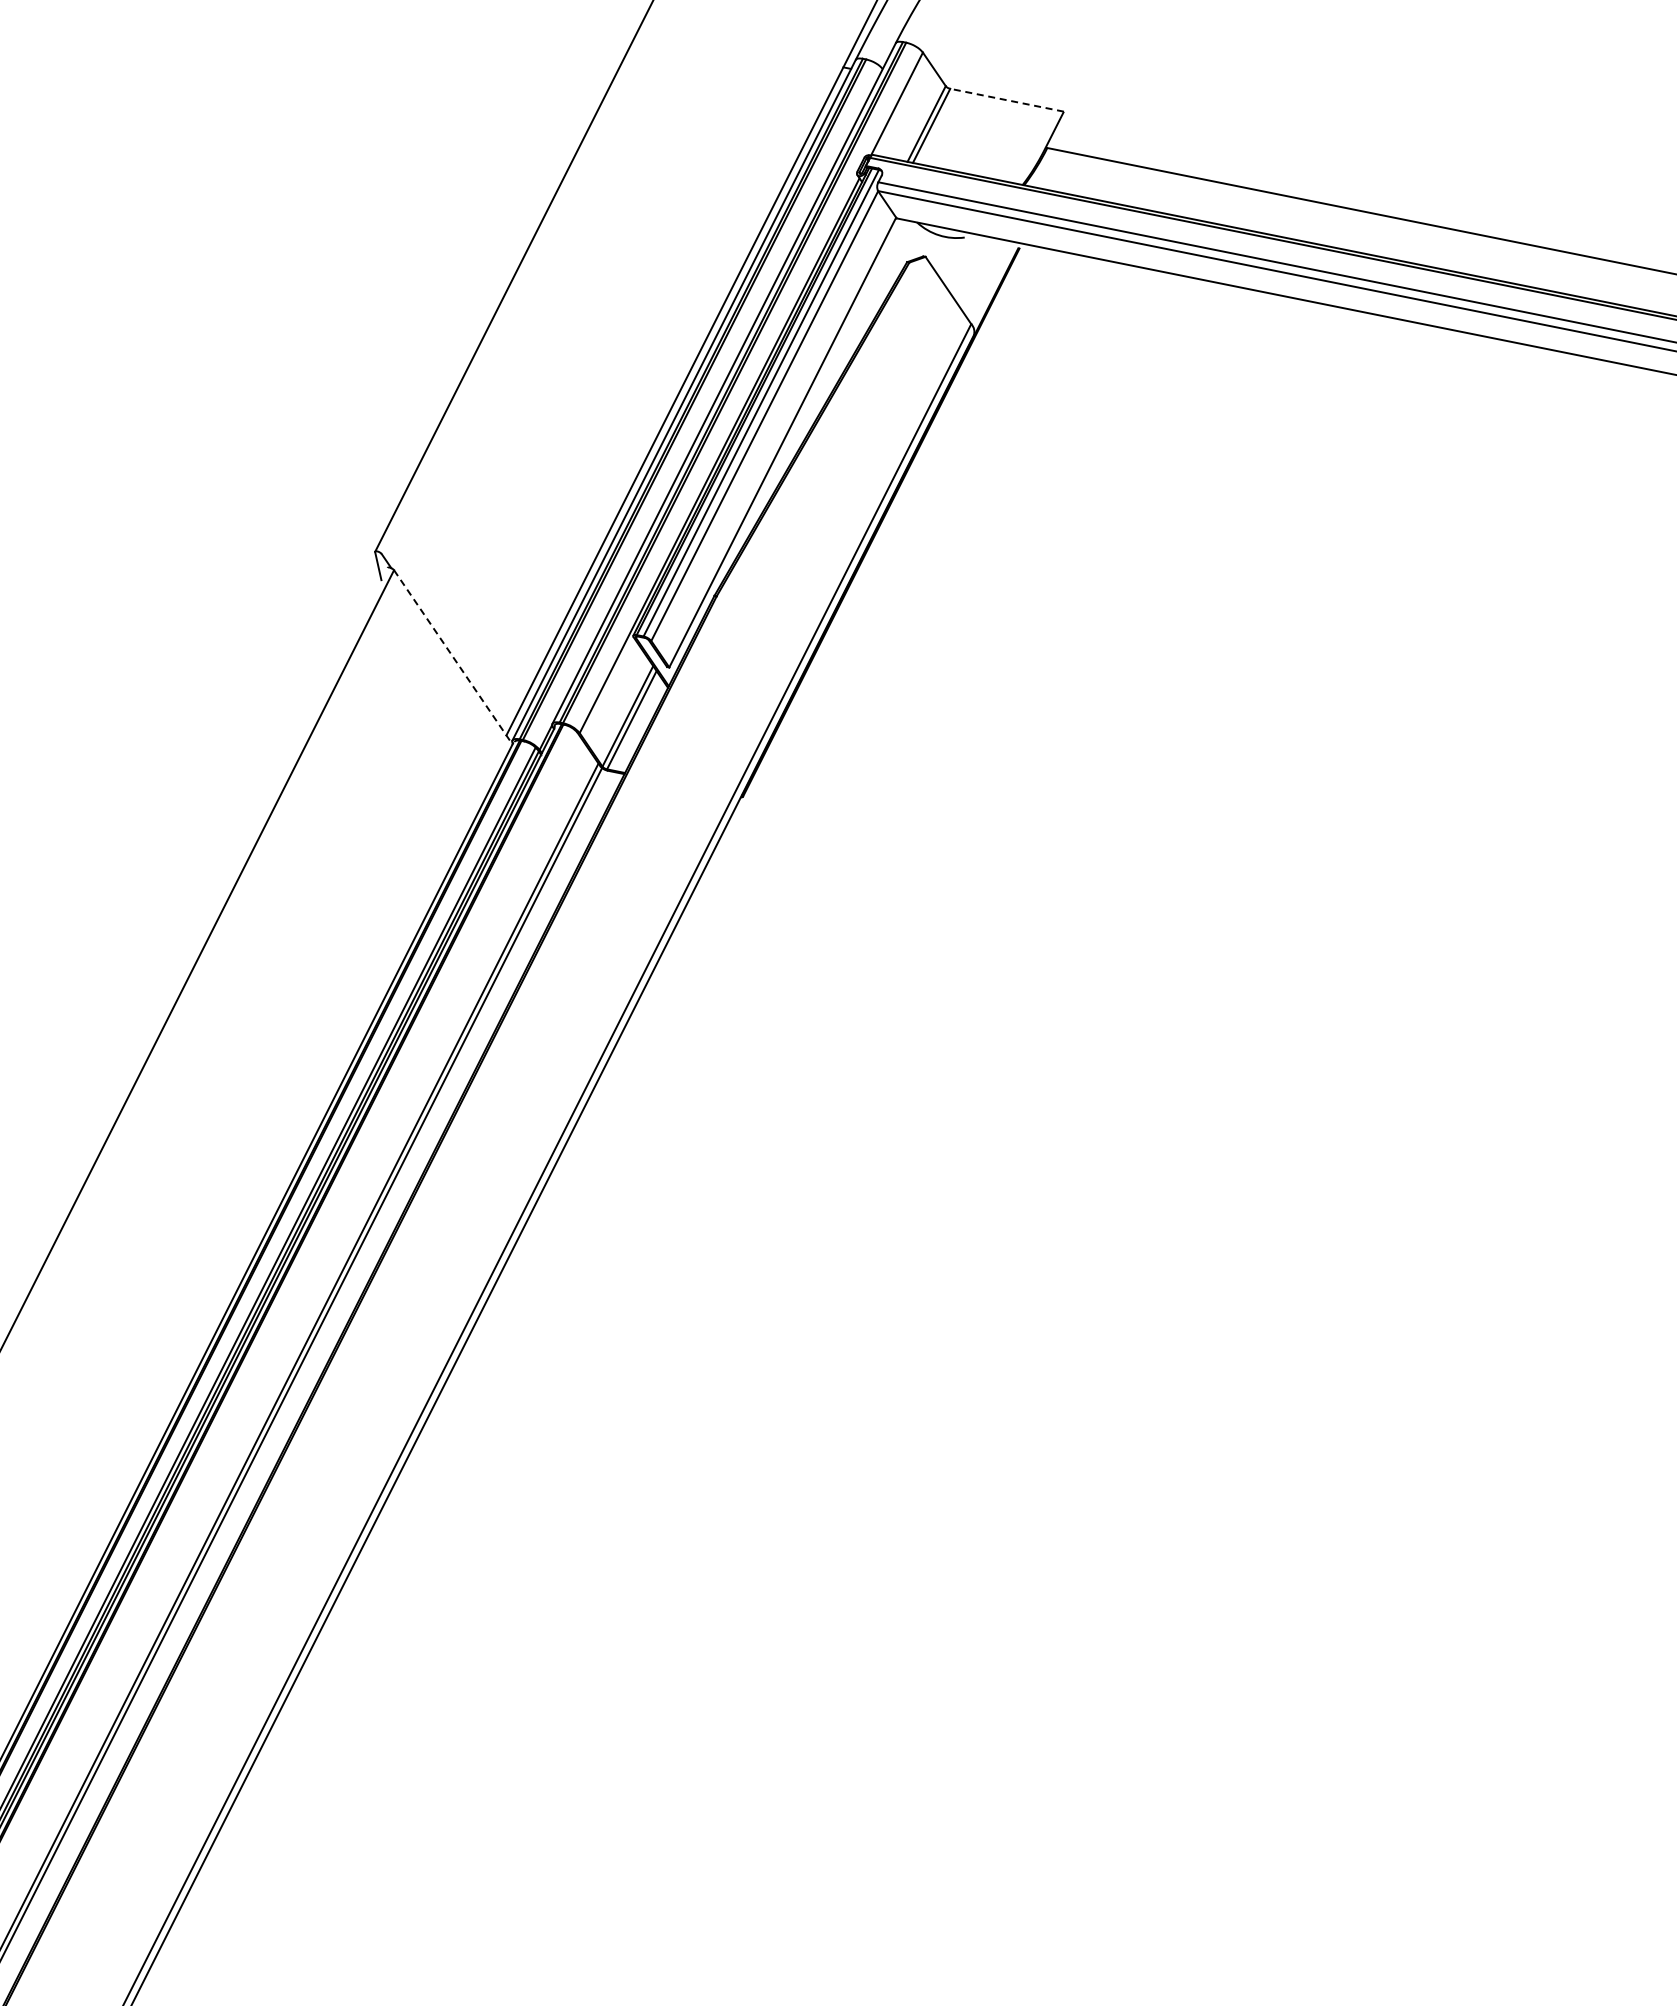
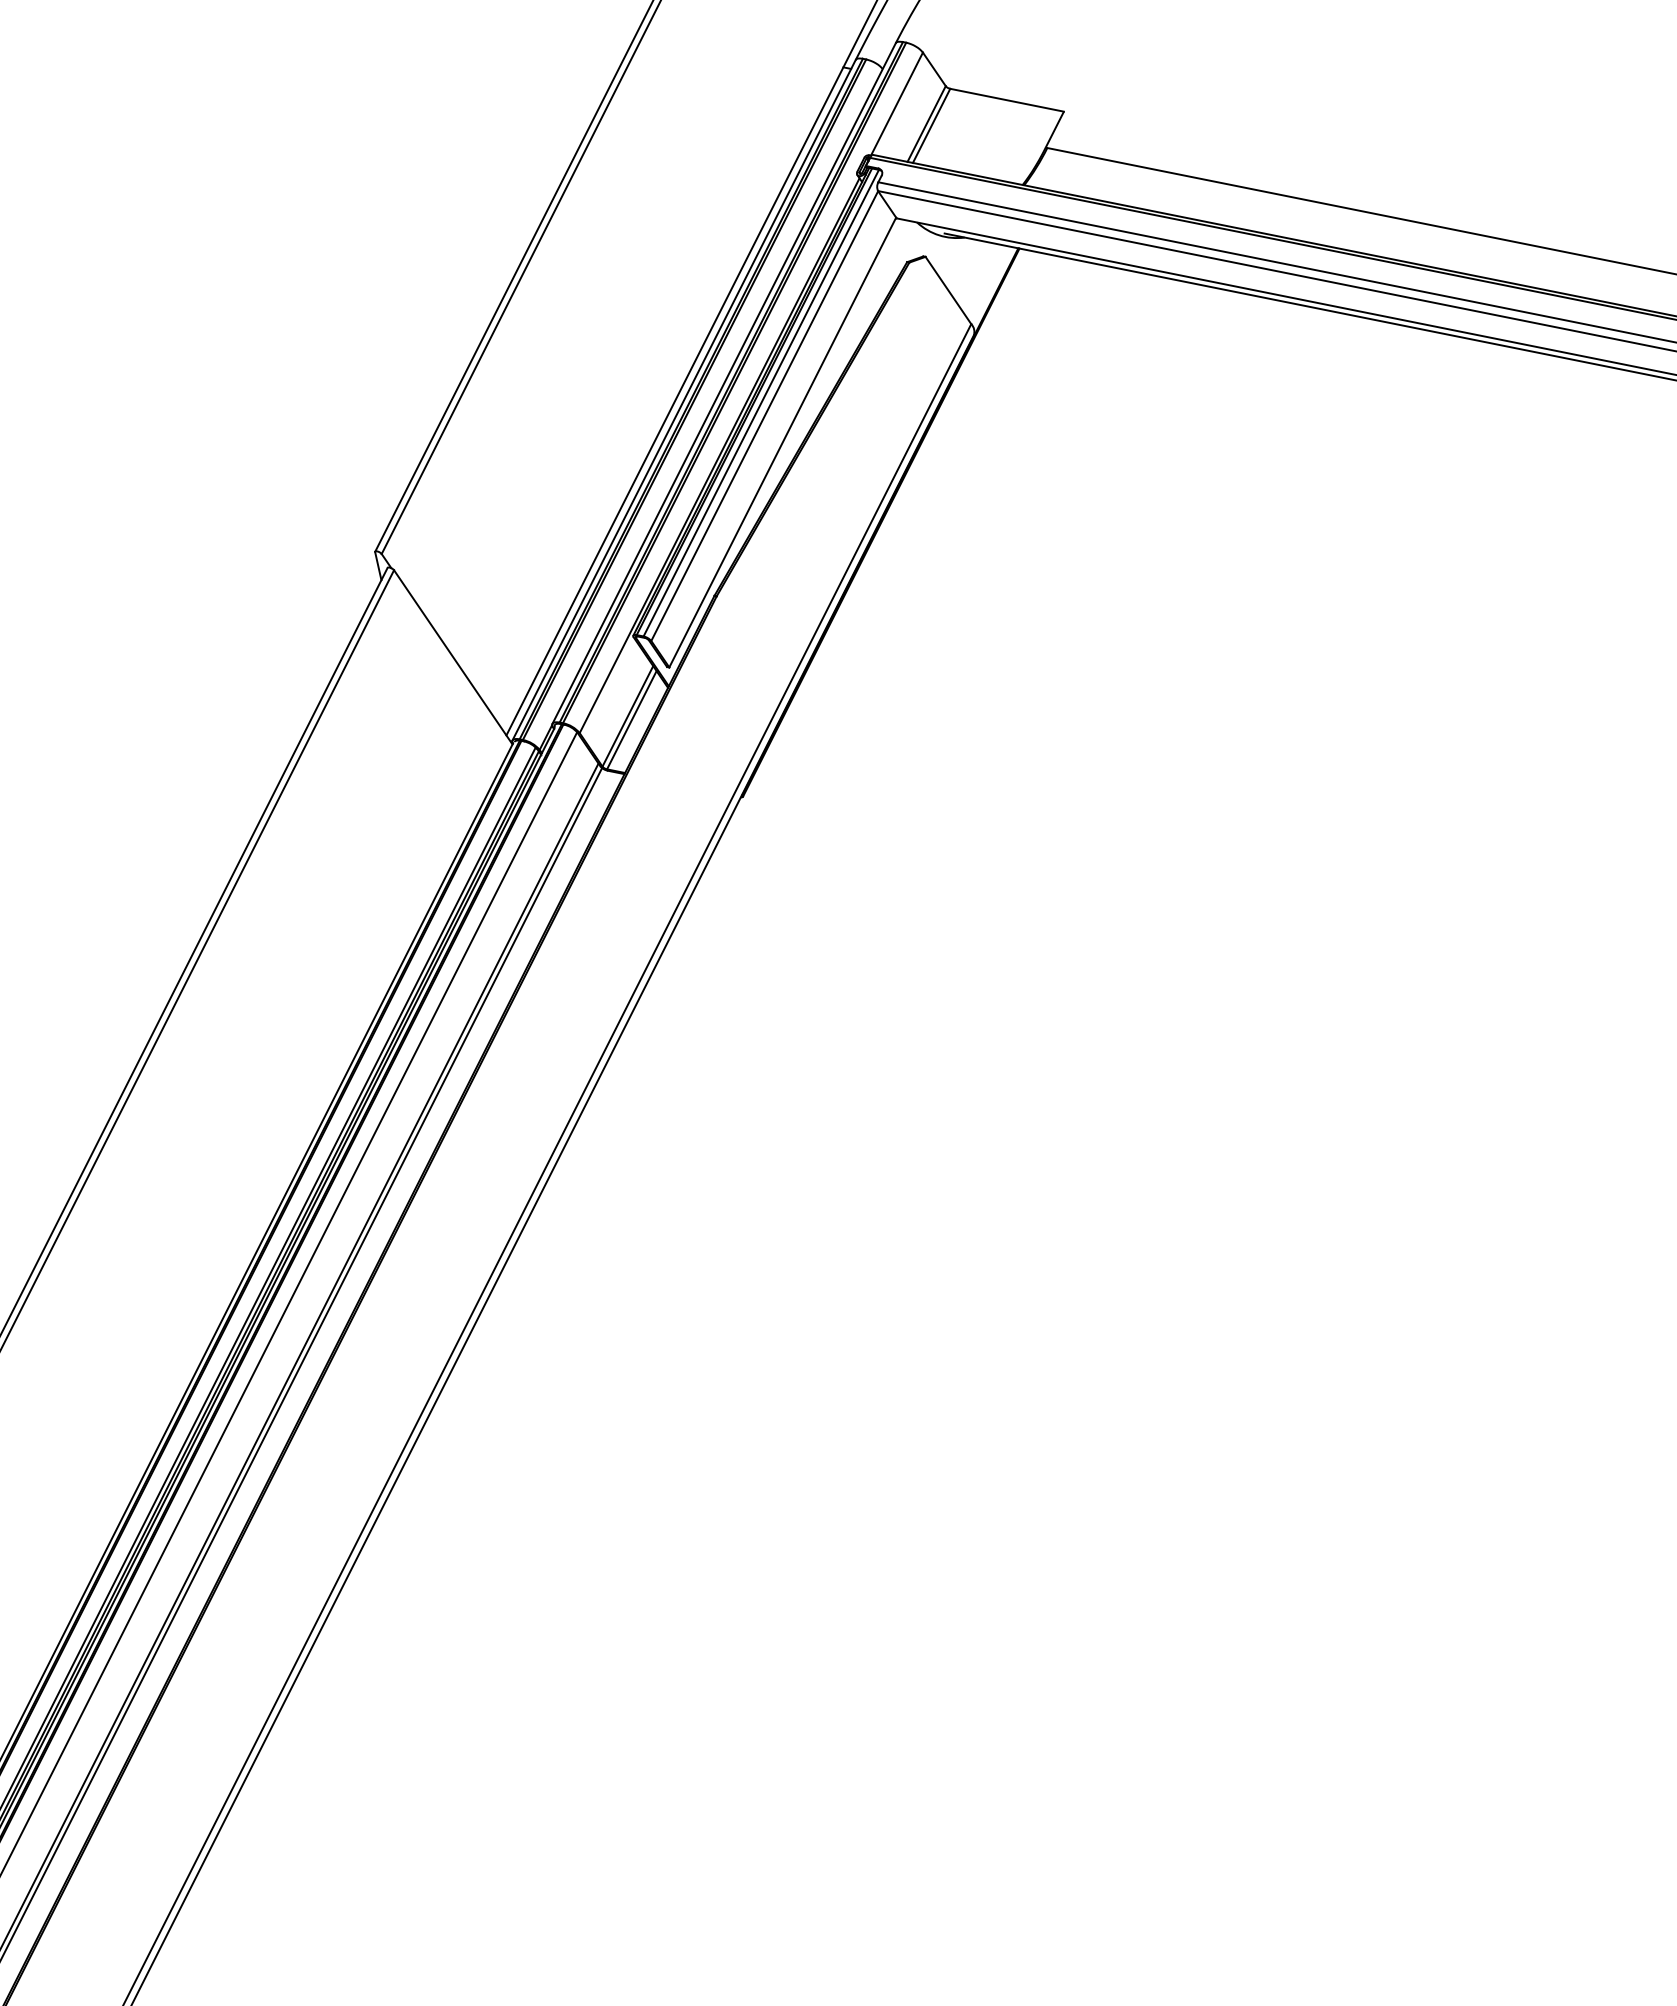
line at (1007, 100): dashed -> solid
line at (520, 278): none -> present
line at (1308, 306): none -> present
line at (453, 657): dashed -> solid
line at (194, 949): none -> present
line at (289, 1301): none -> present
